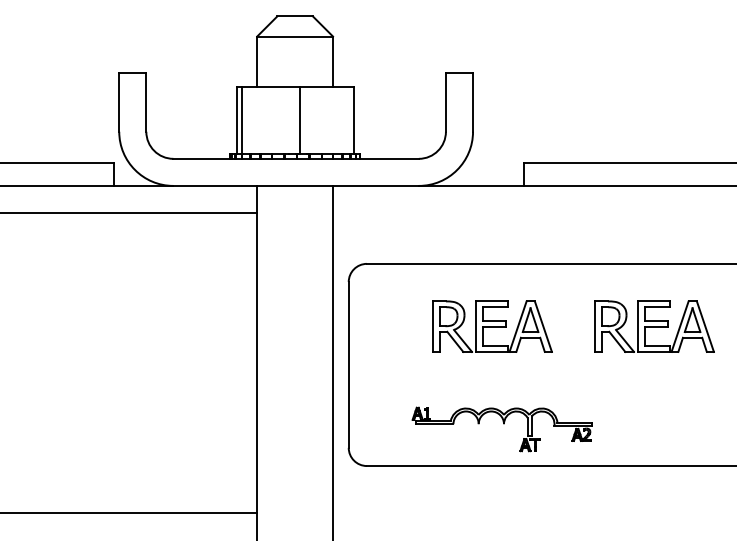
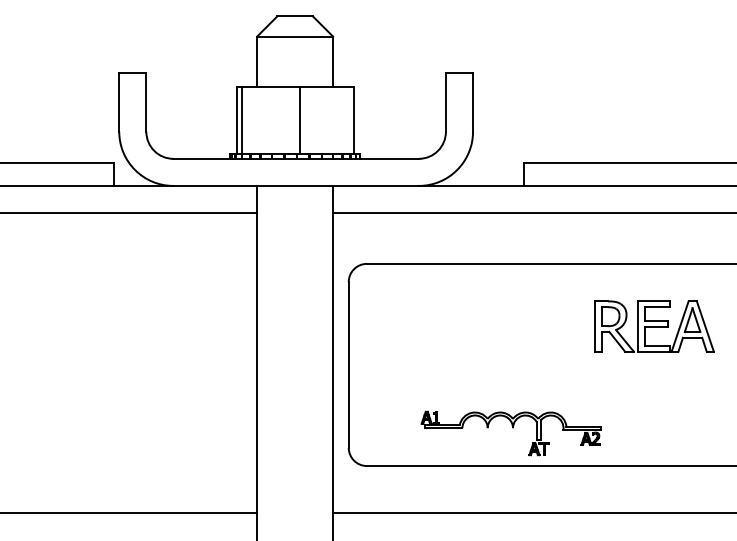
line at (533, 213): none -> present
part at (492, 326): present -> none
part at (501, 429) position: (501, 429) -> (510, 433)
line at (533, 512): none -> present
